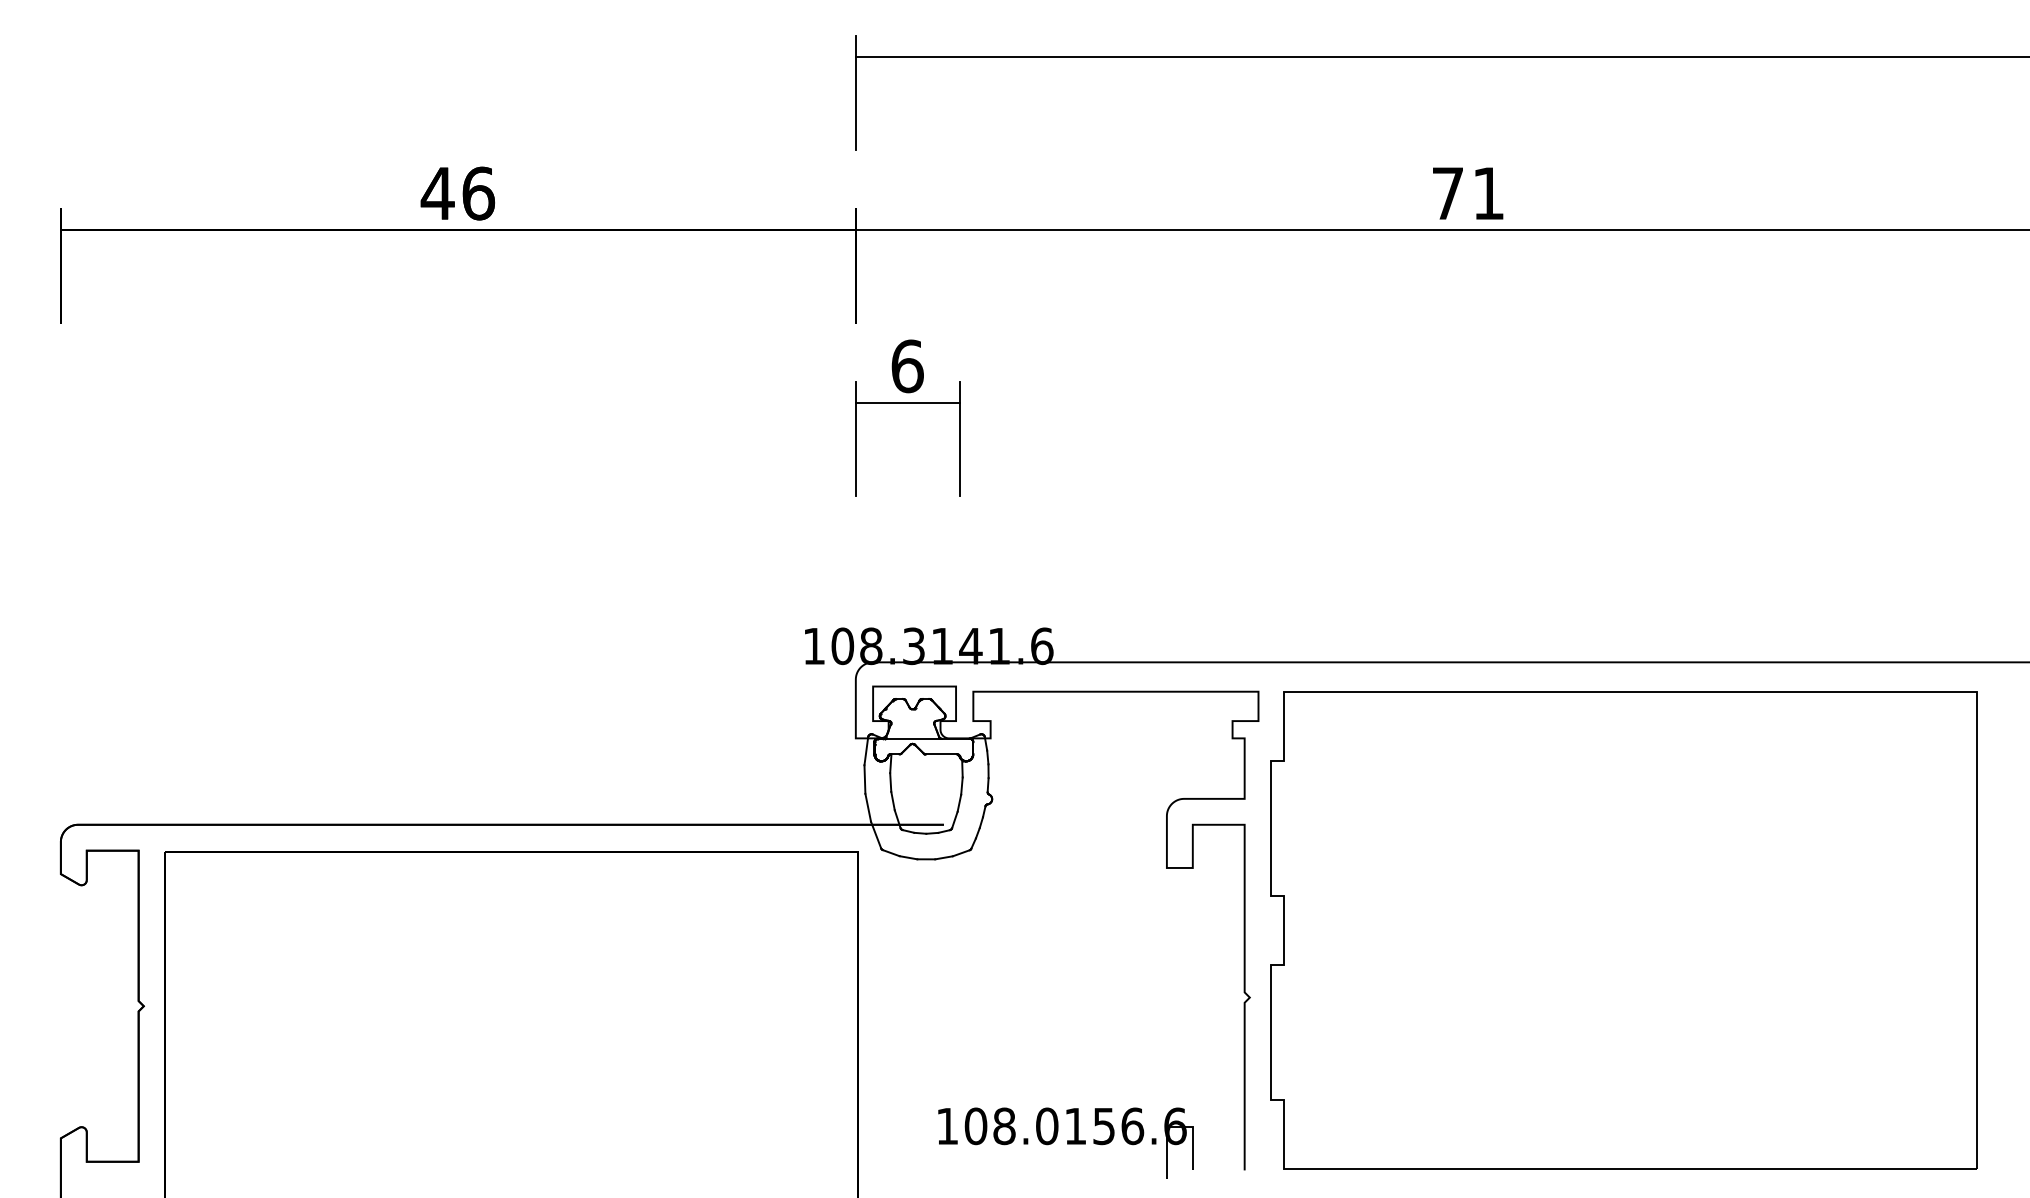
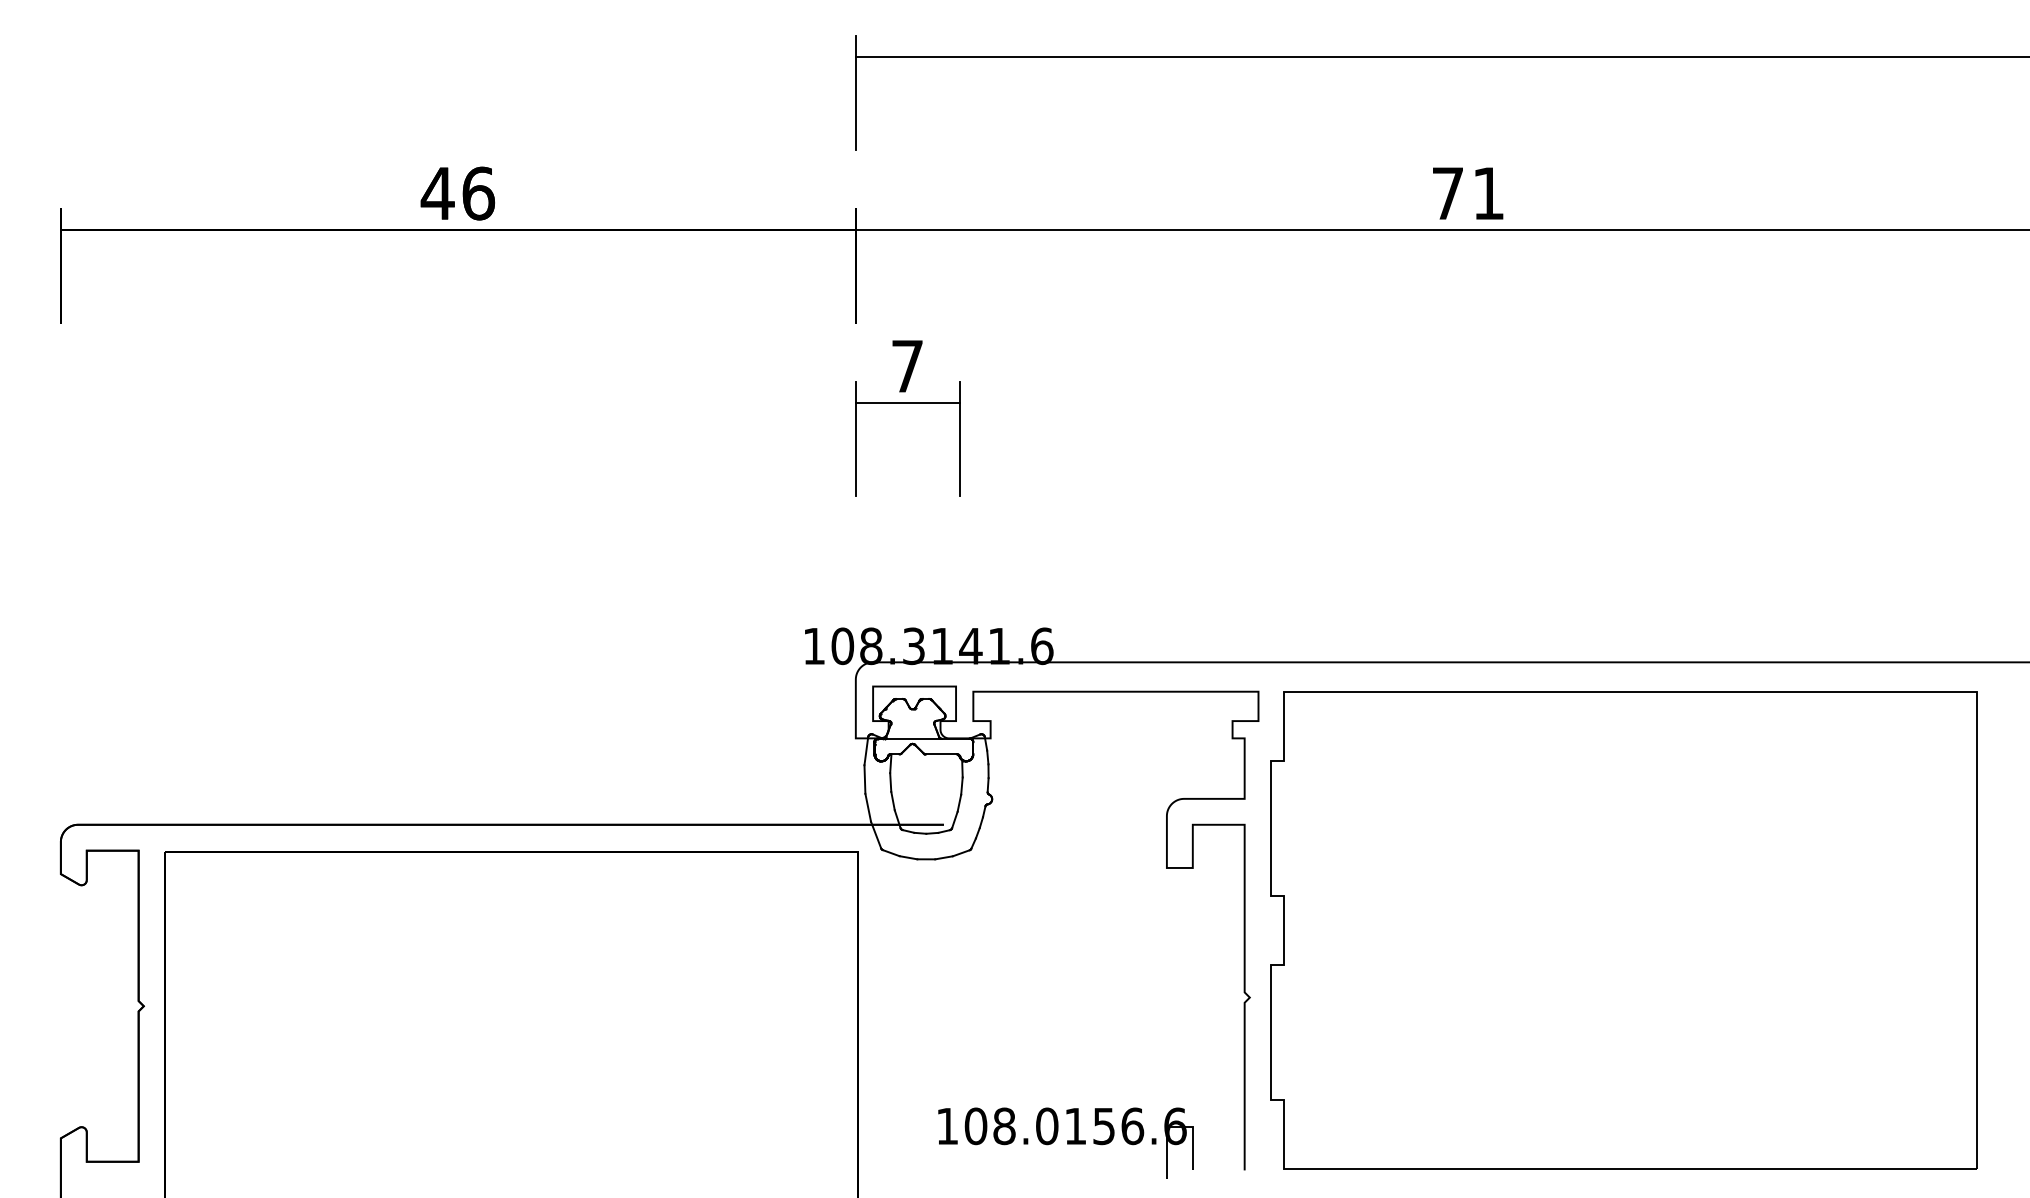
text at (907, 366): 6 -> 7
